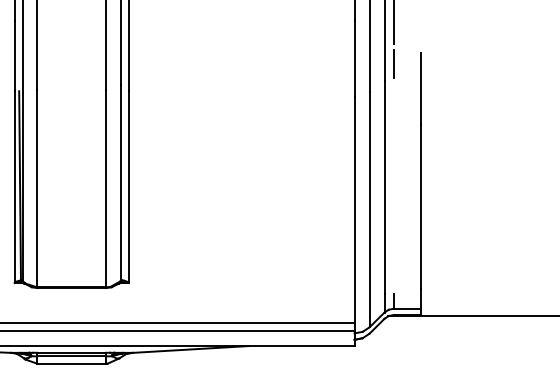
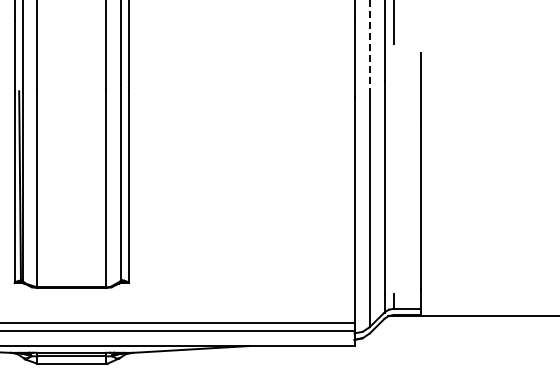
line at (369, 45): solid -> dashed
line at (393, 63): present -> none
